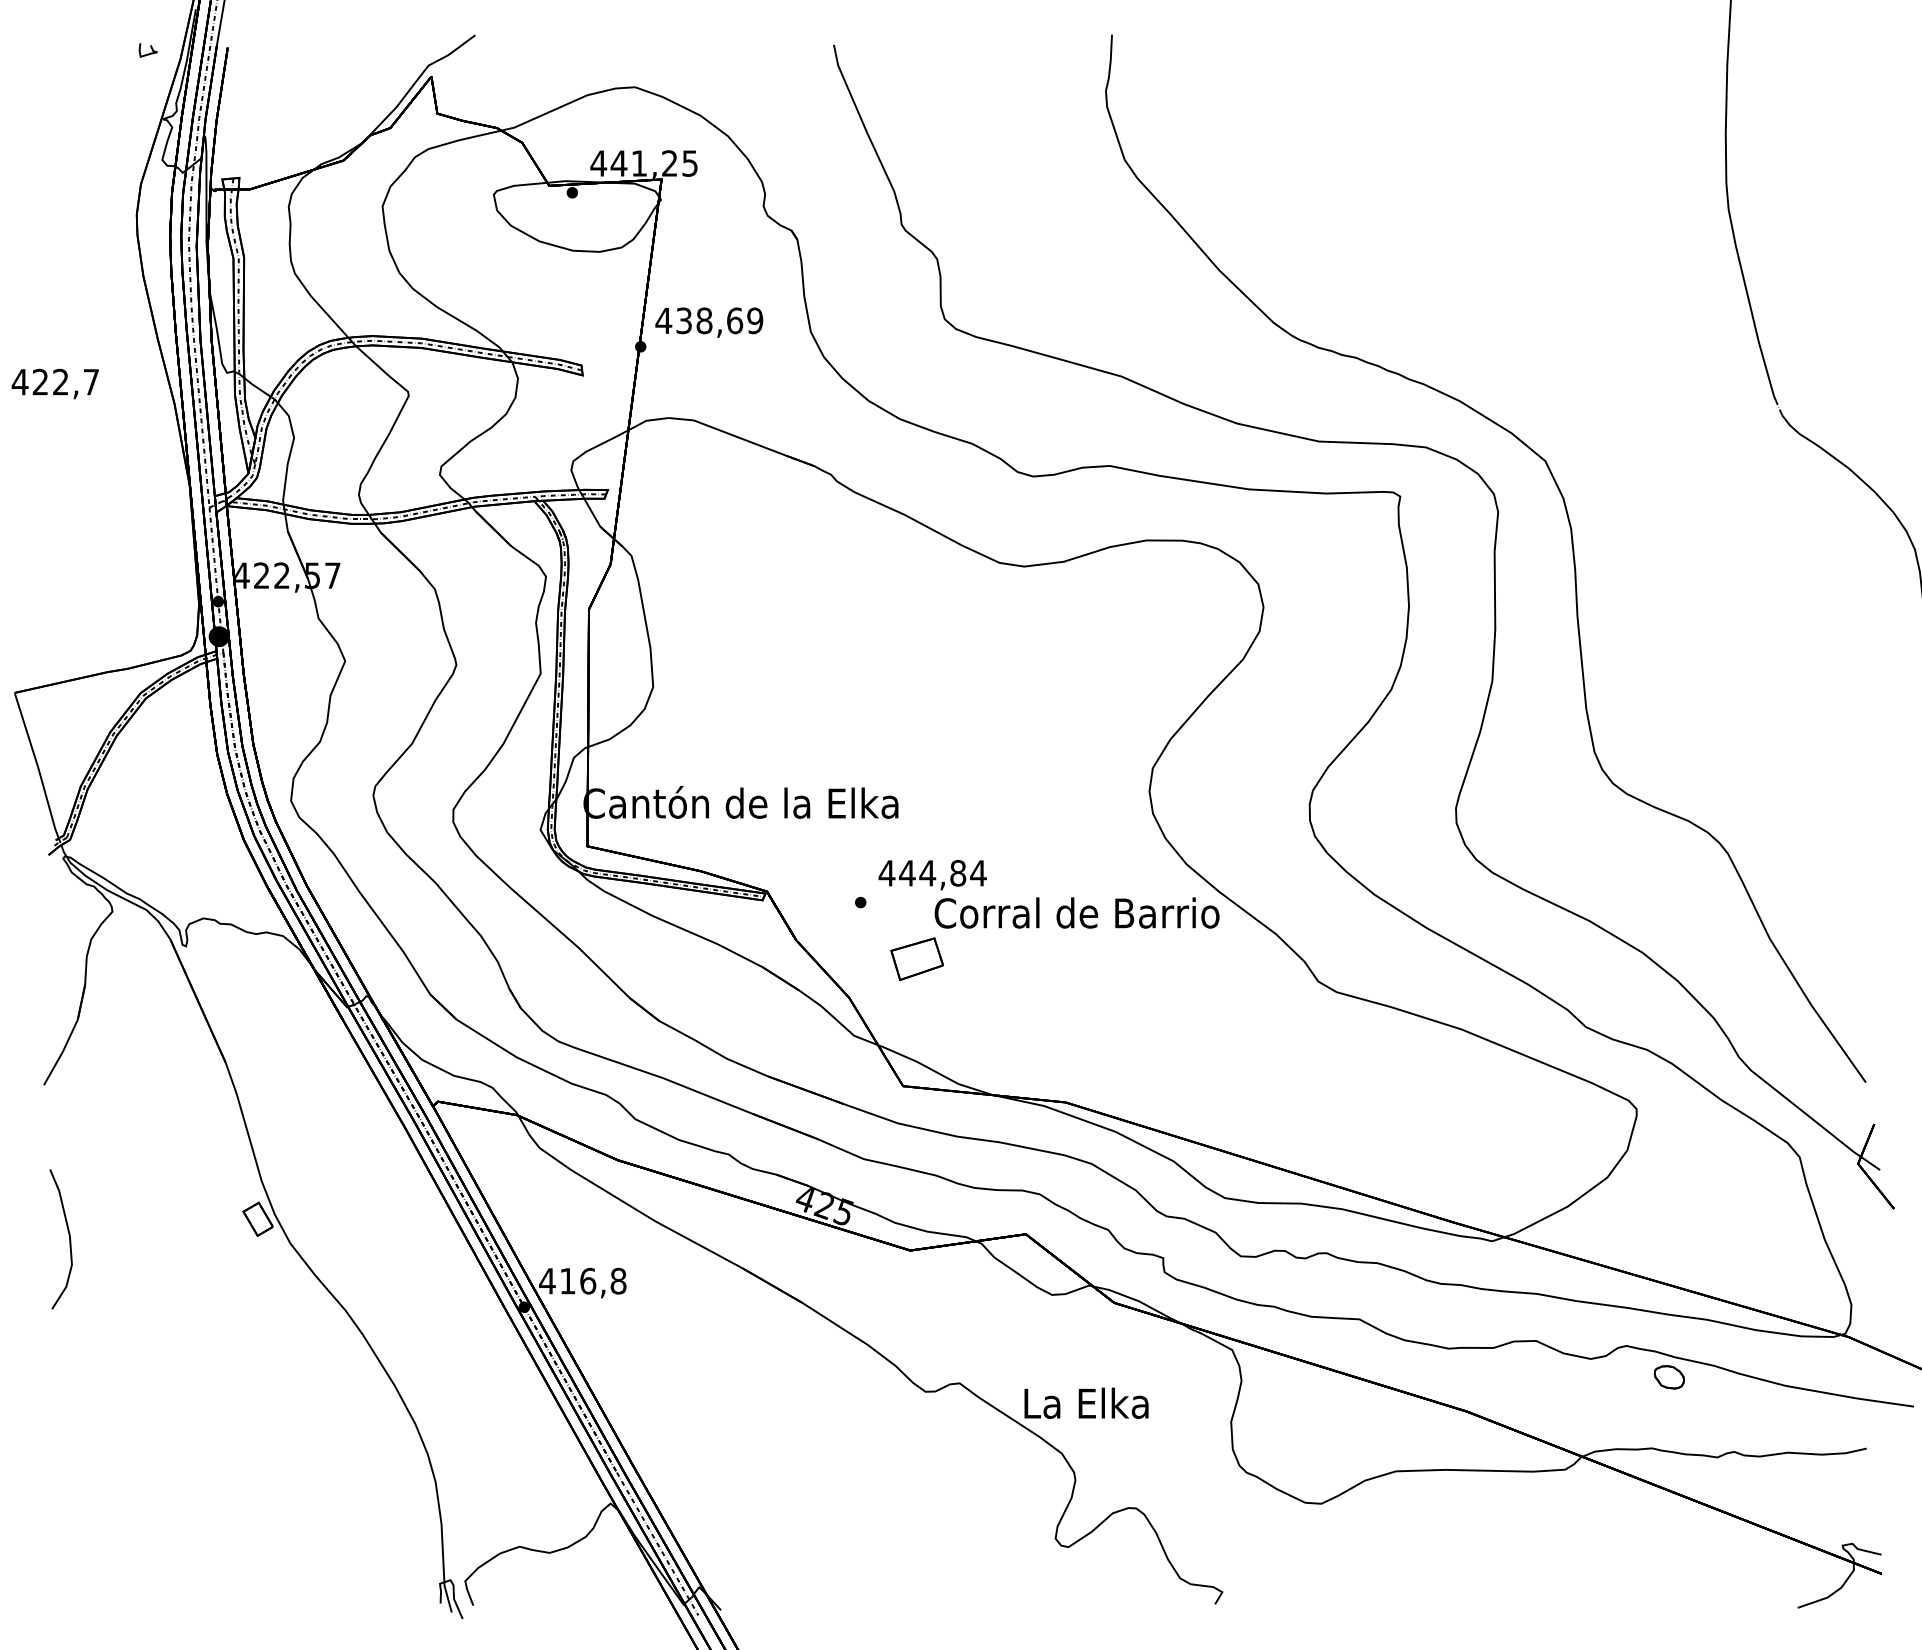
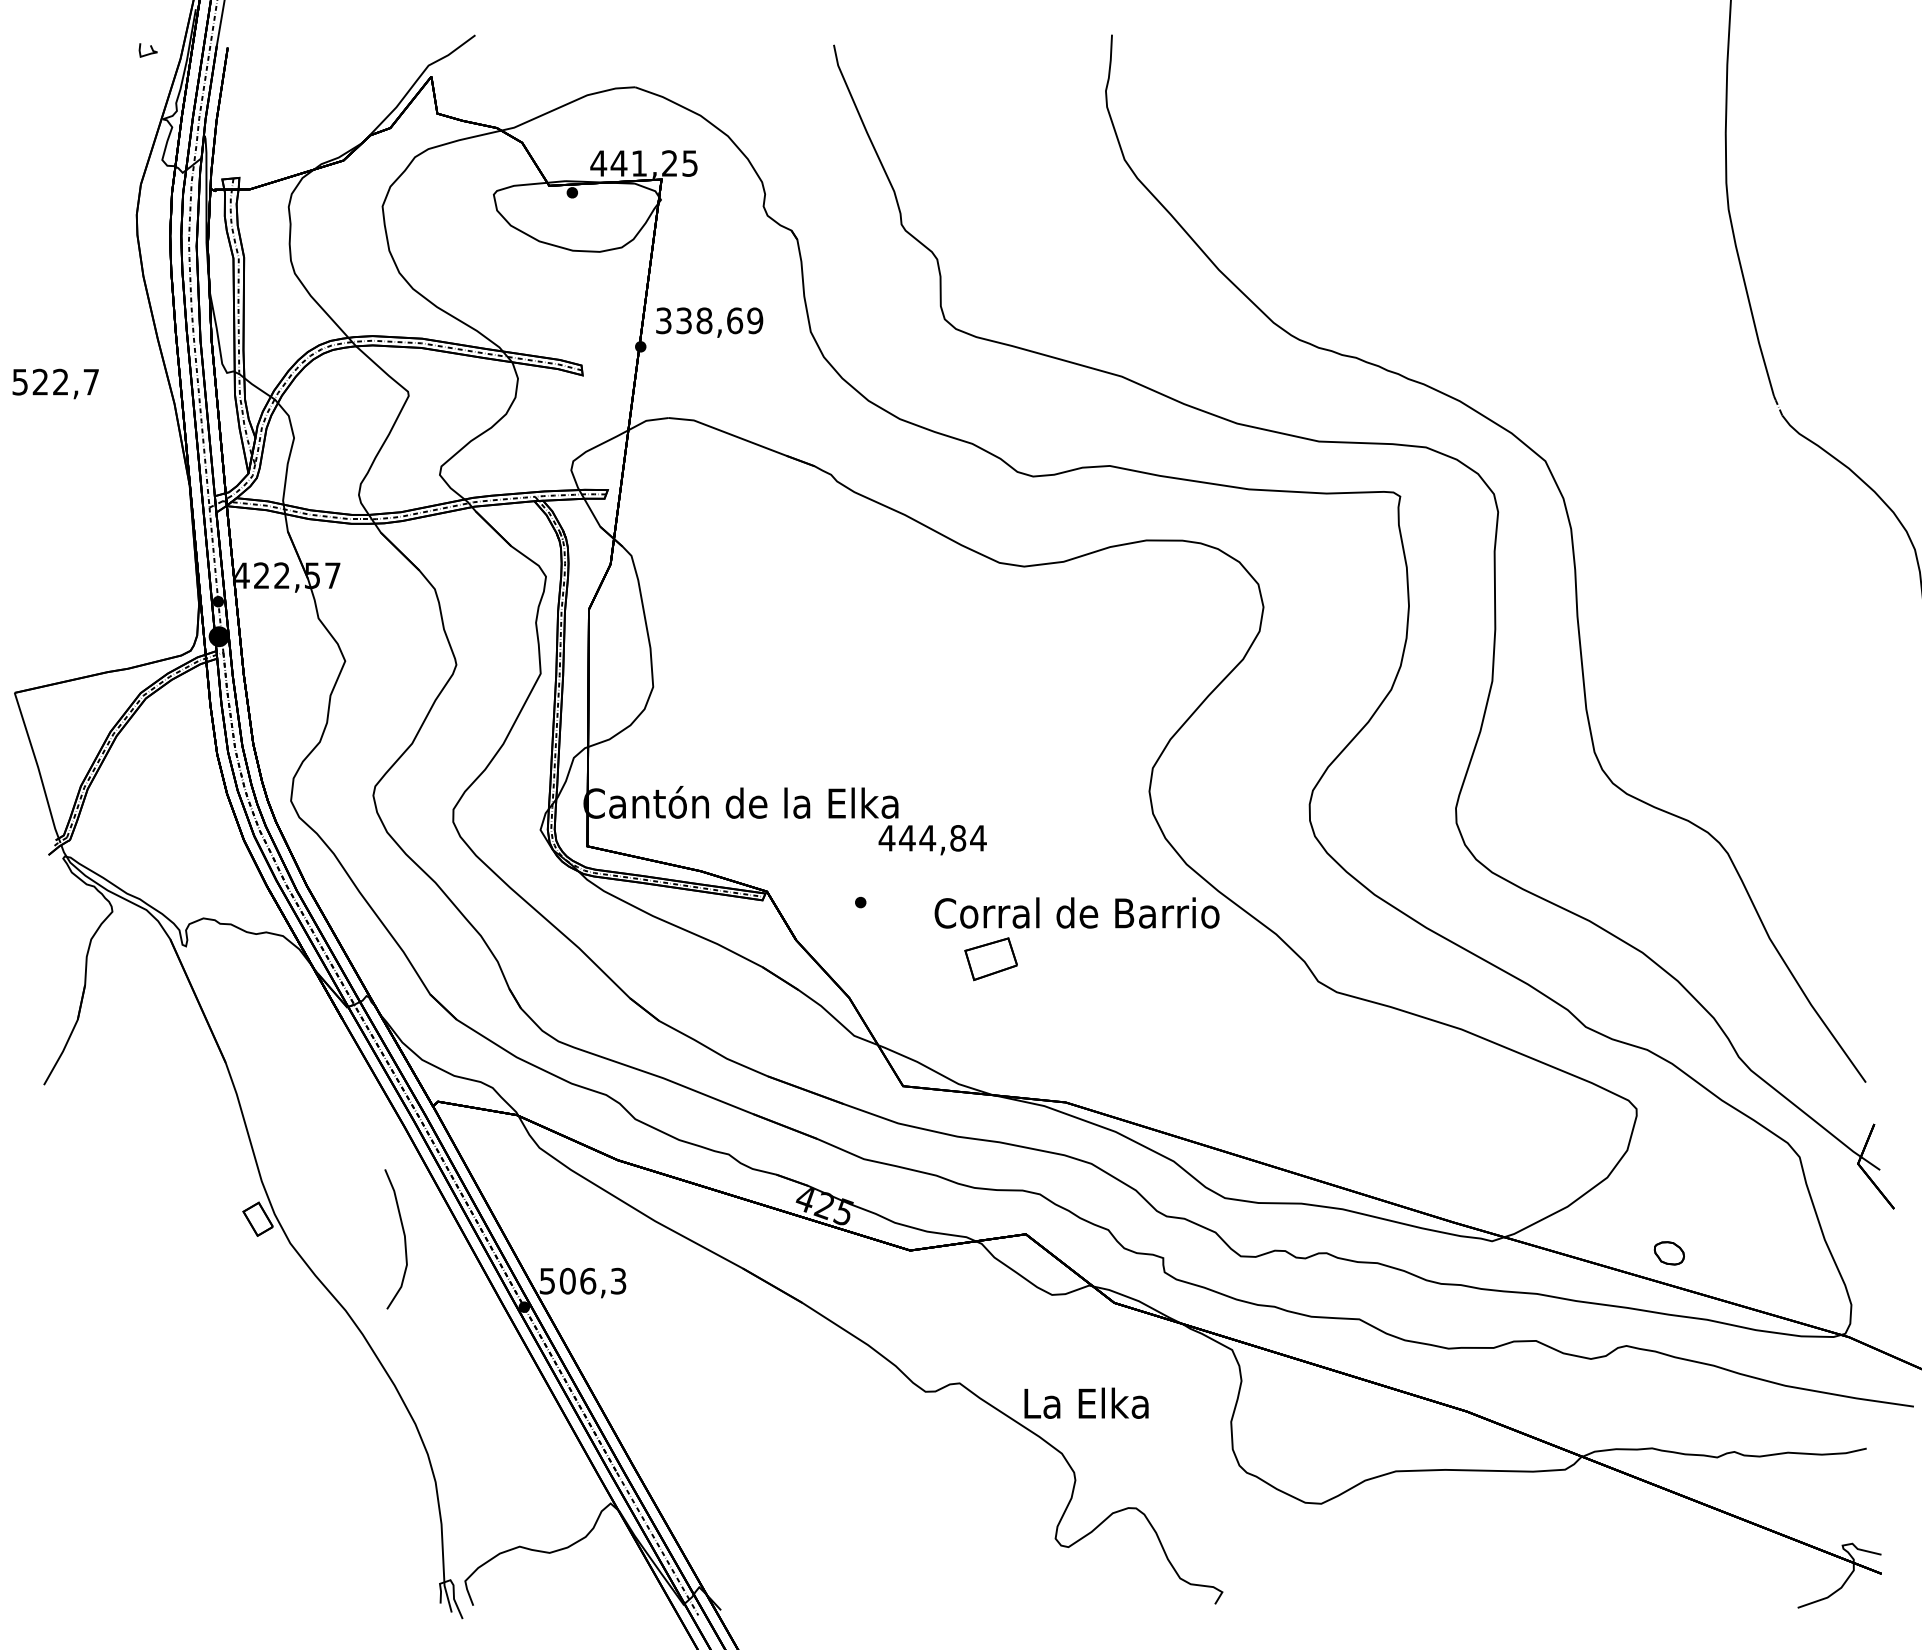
text at (663, 320): 438,69 -> 338,69
text at (19, 382): 422,7 -> 522,7
text at (932, 875) position: (932, 875) -> (932, 840)
part at (916, 959) position: (916, 959) -> (990, 959)
curve at (68, 1235) position: (68, 1235) -> (403, 1235)
text at (582, 1280): 416,8 -> 506,3
part at (1668, 1377) position: (1668, 1377) -> (1668, 1253)
